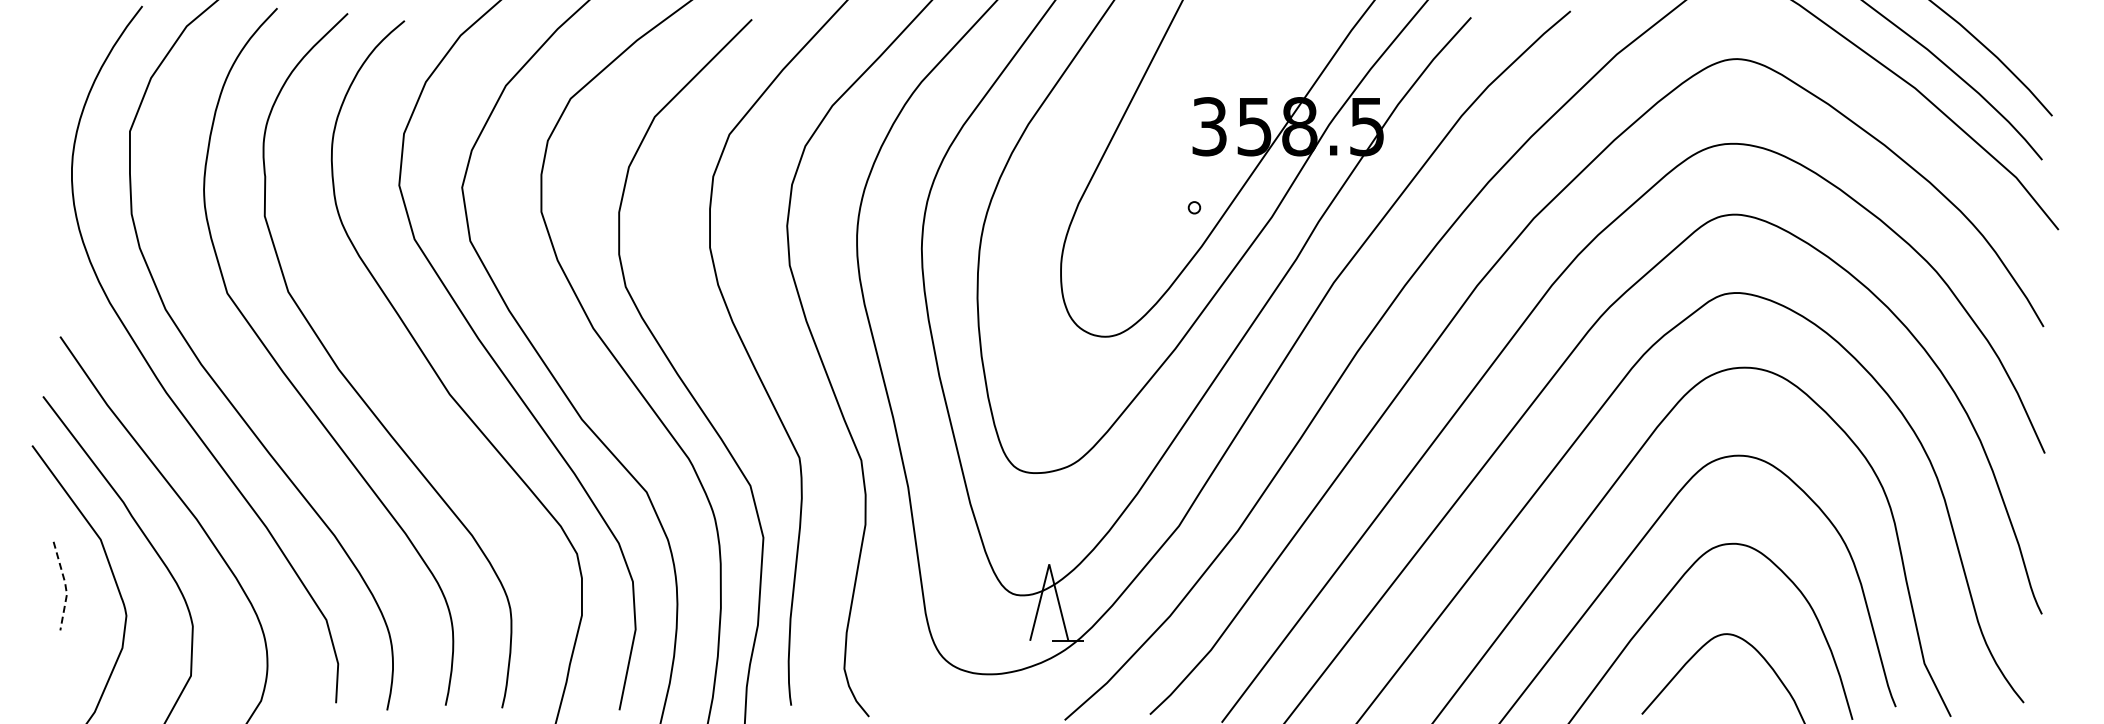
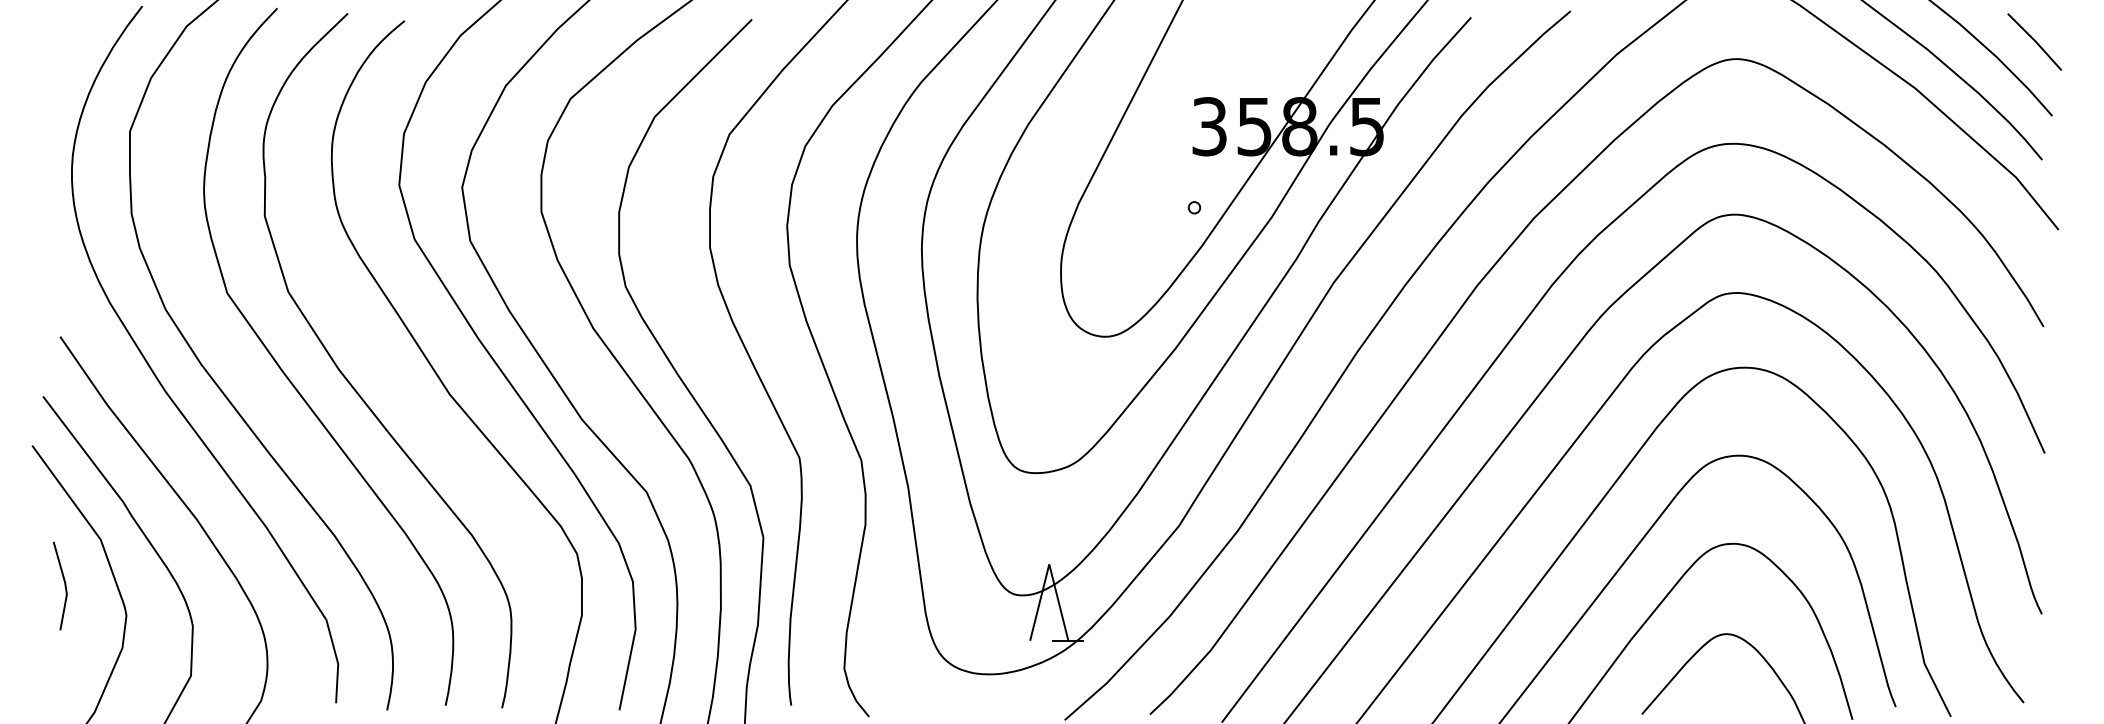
line at (2034, 41): none -> present
line at (65, 586): dashed -> solid
